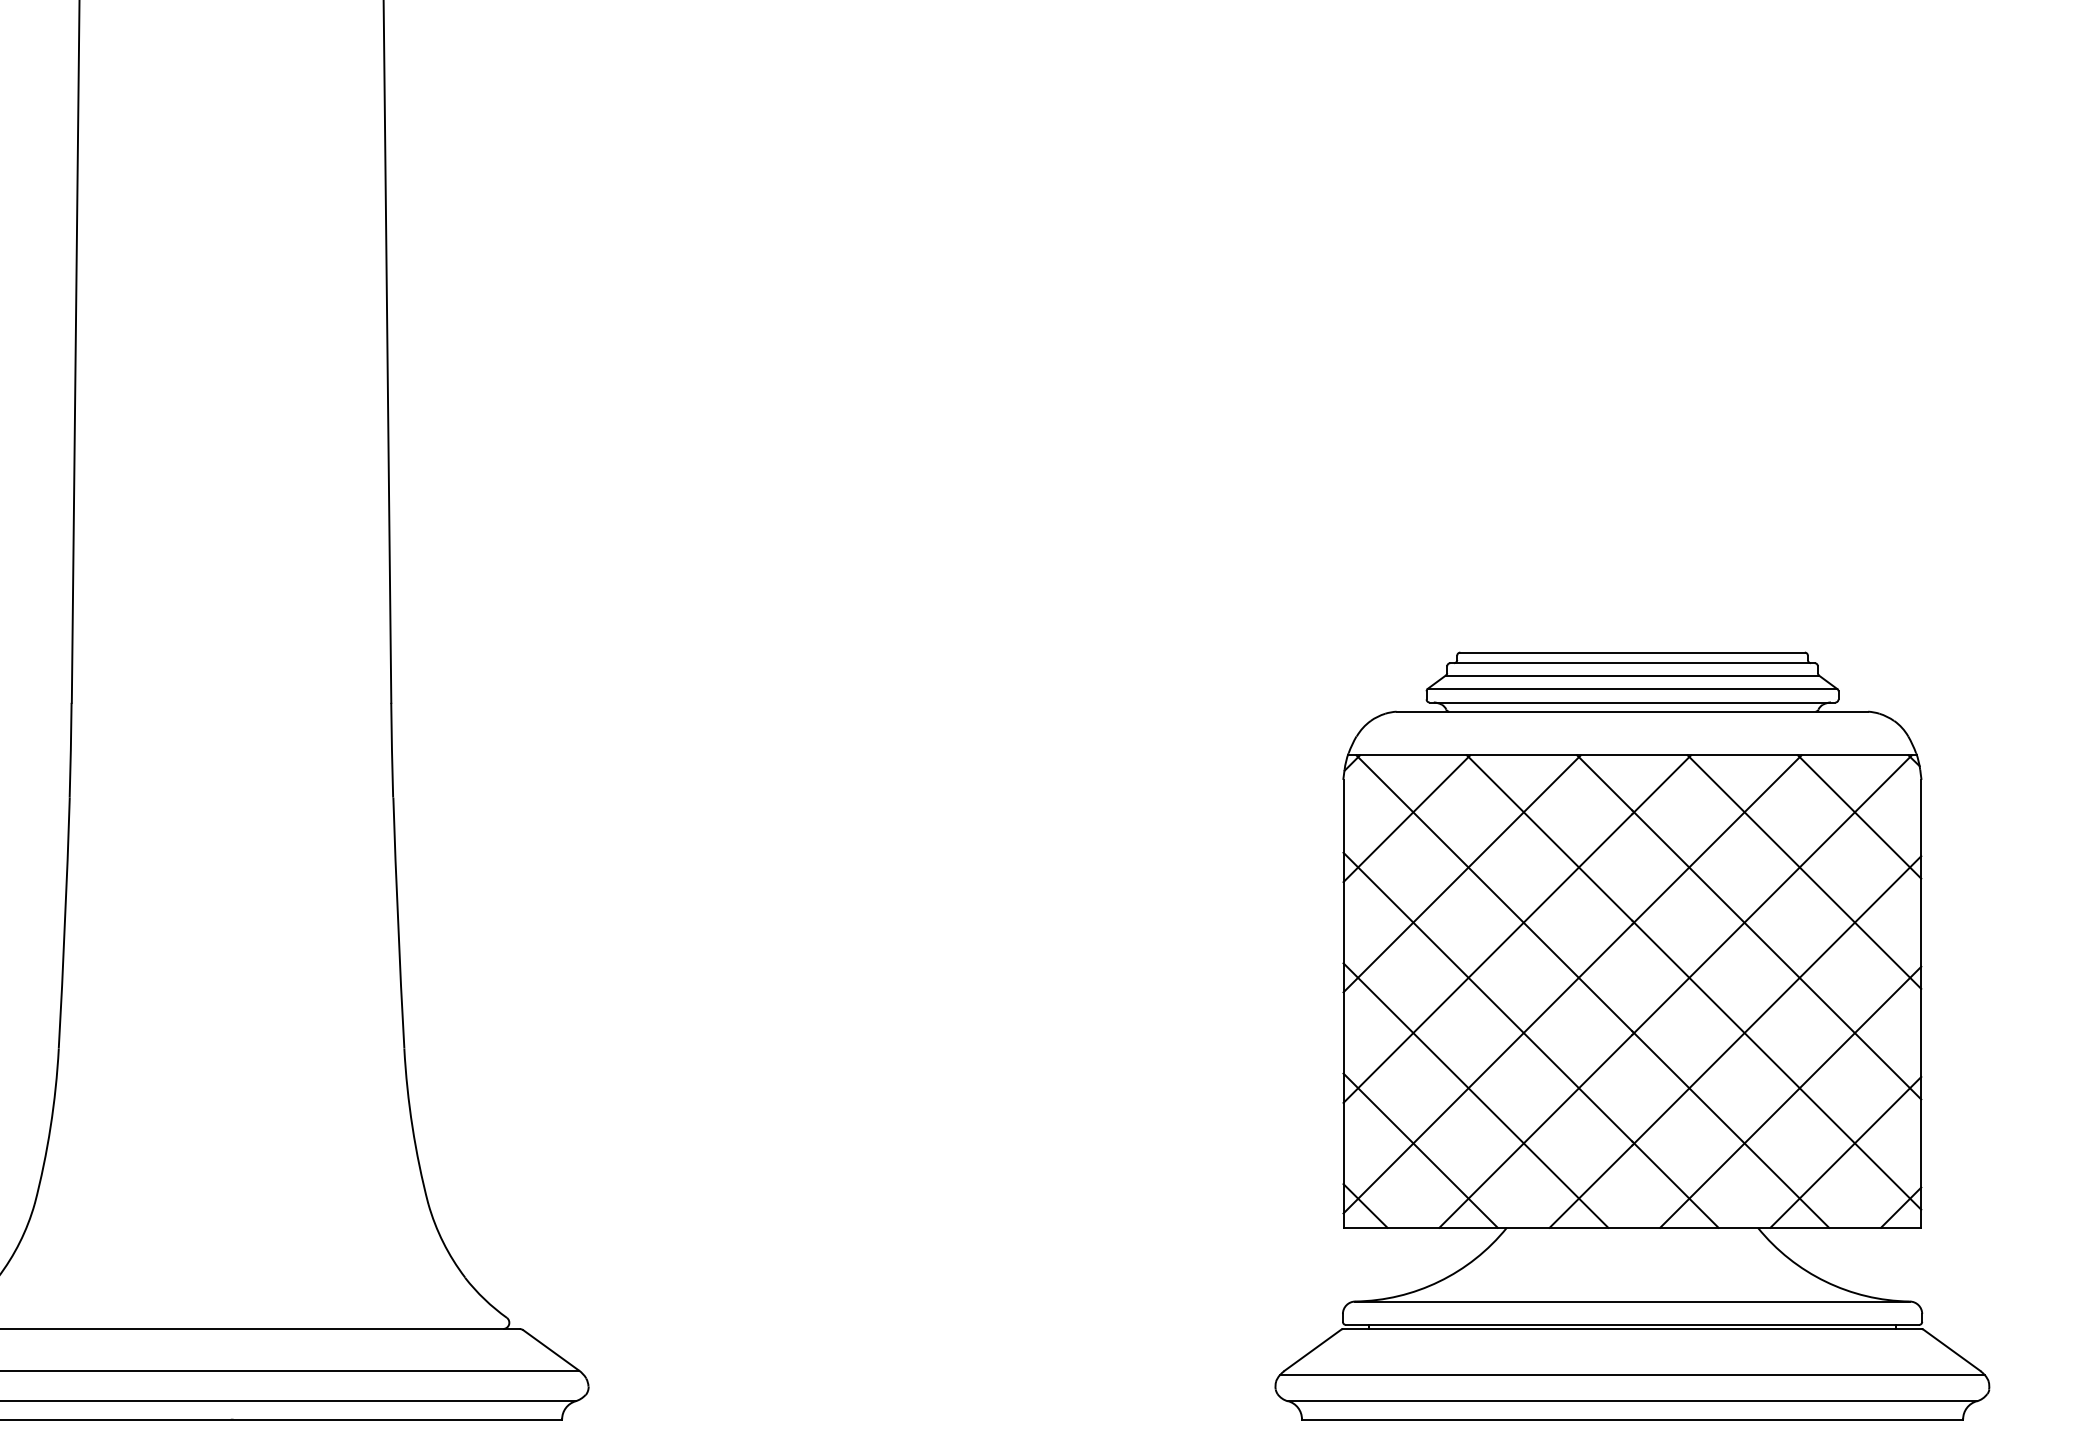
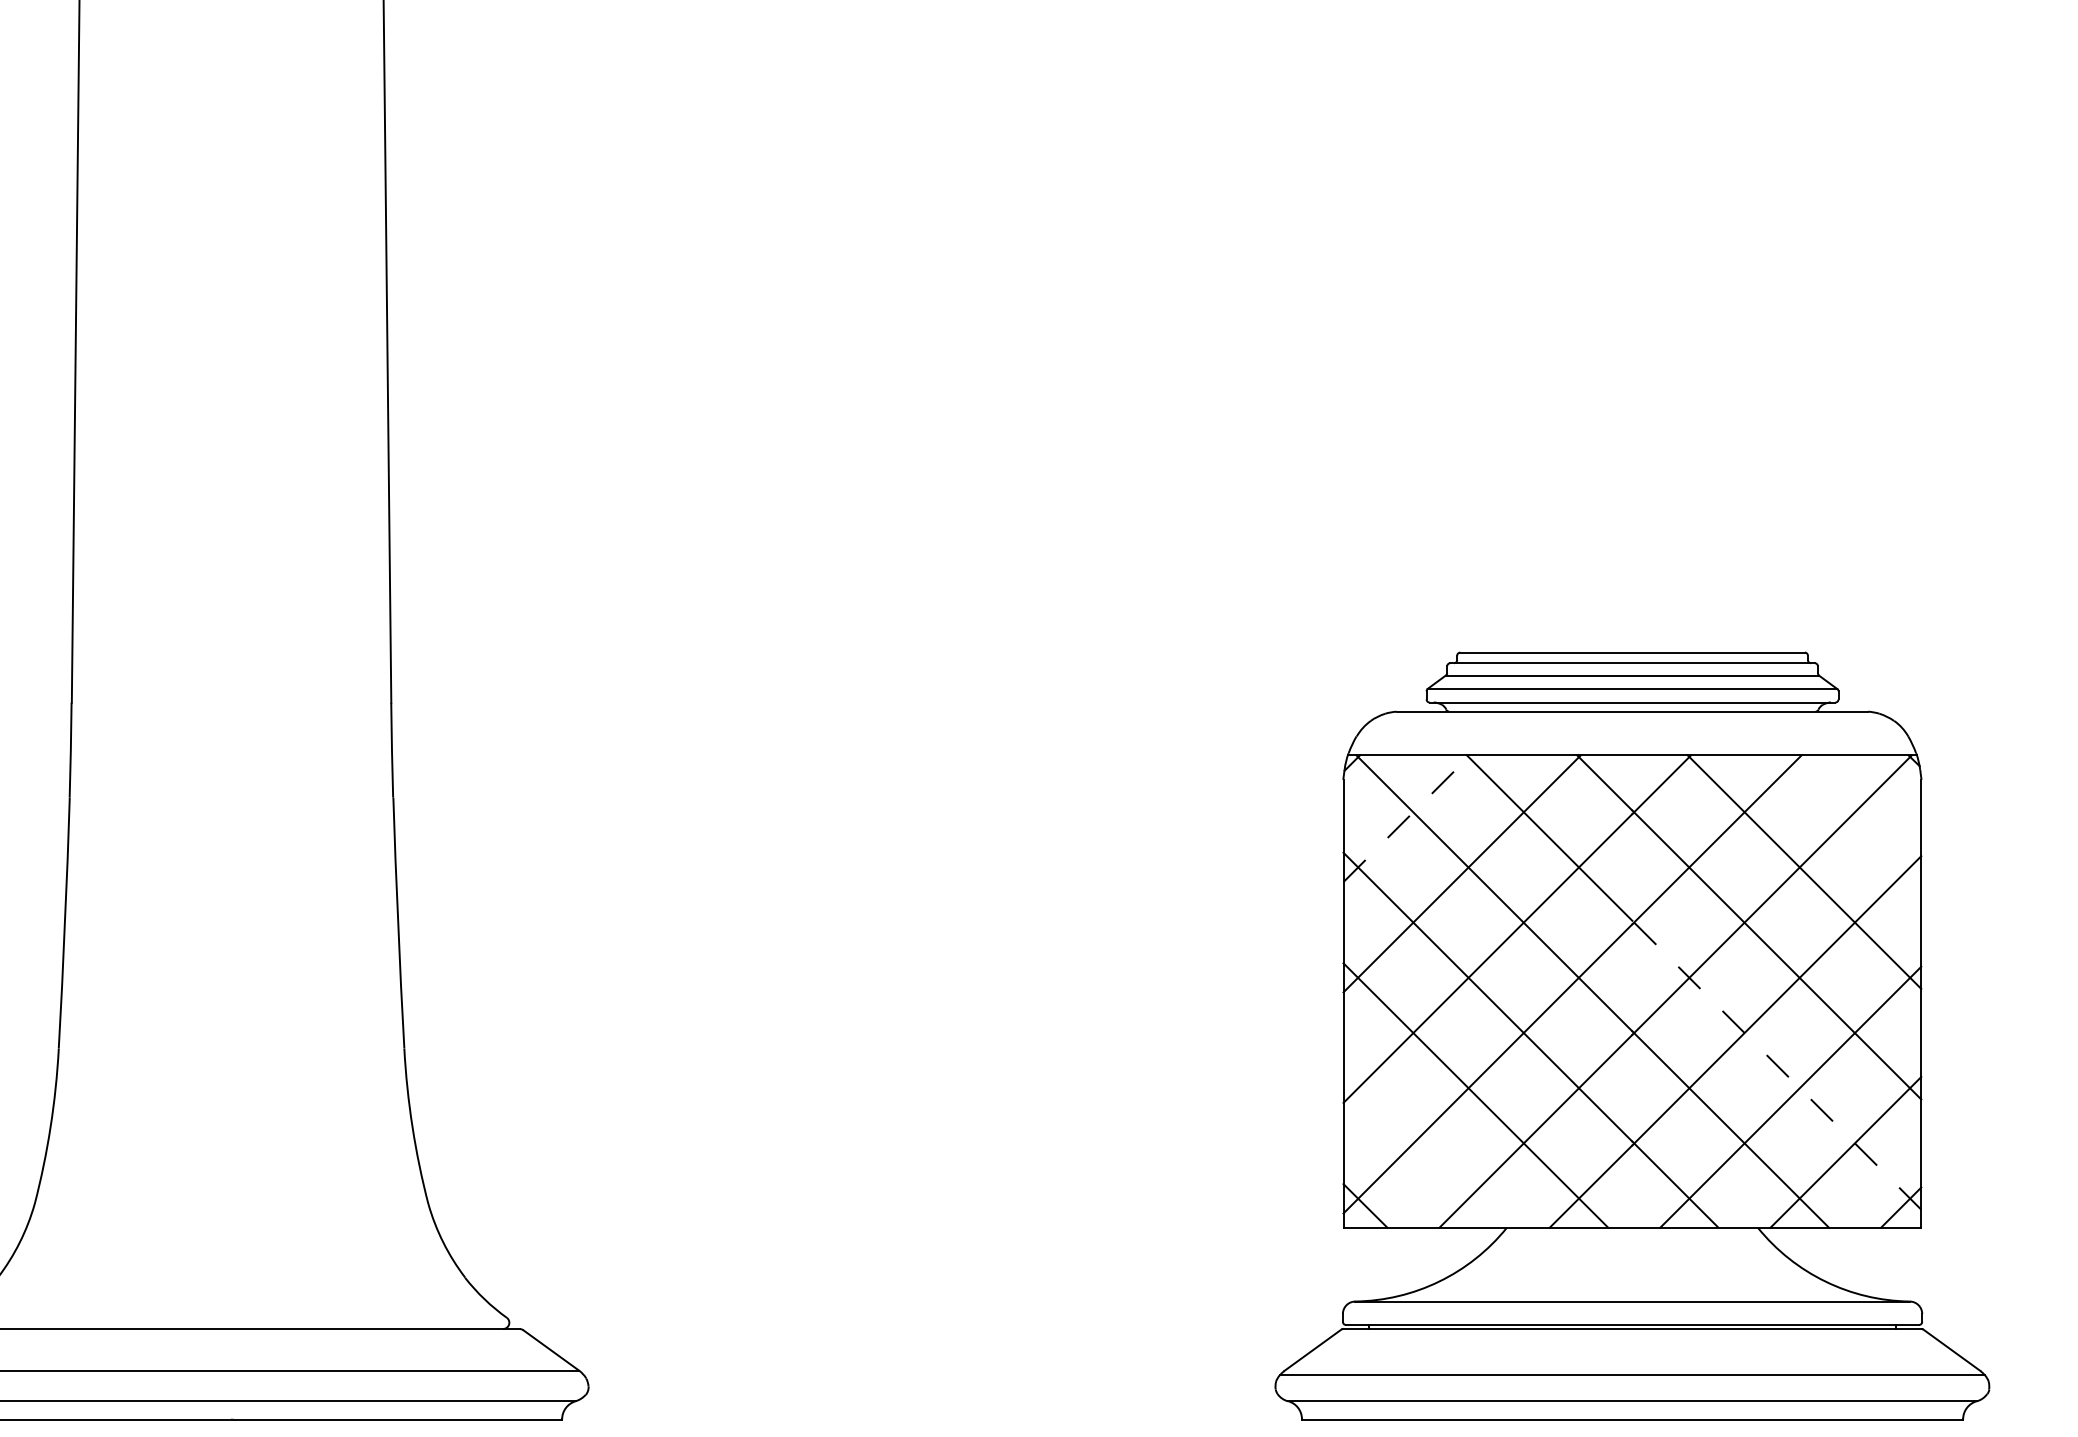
line at (1859, 816): present -> none
line at (1406, 818): solid -> dashed
line at (1776, 1064): solid -> dashed
line at (1420, 1150): present -> none
